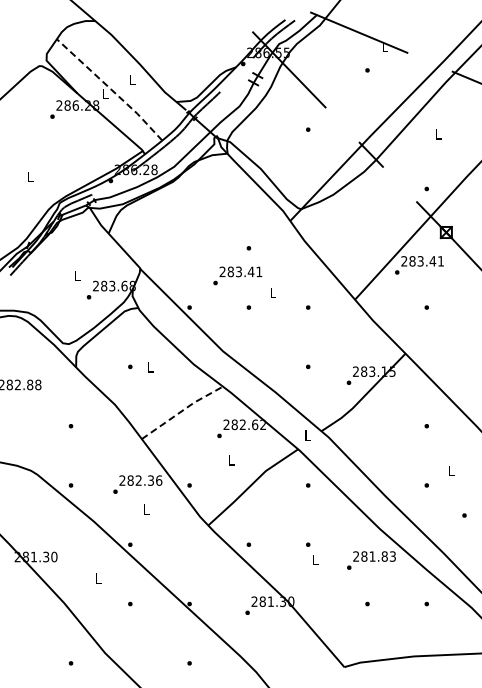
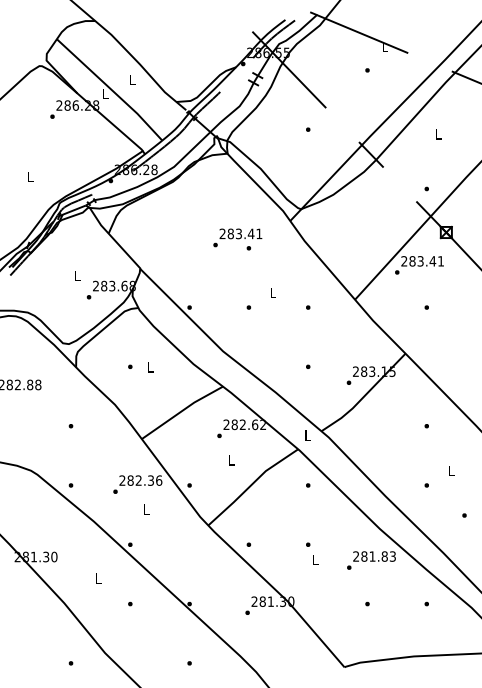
line at (111, 89): dashed -> solid
text at (237, 275) position: (237, 275) -> (237, 237)
line at (182, 411): dashed -> solid
